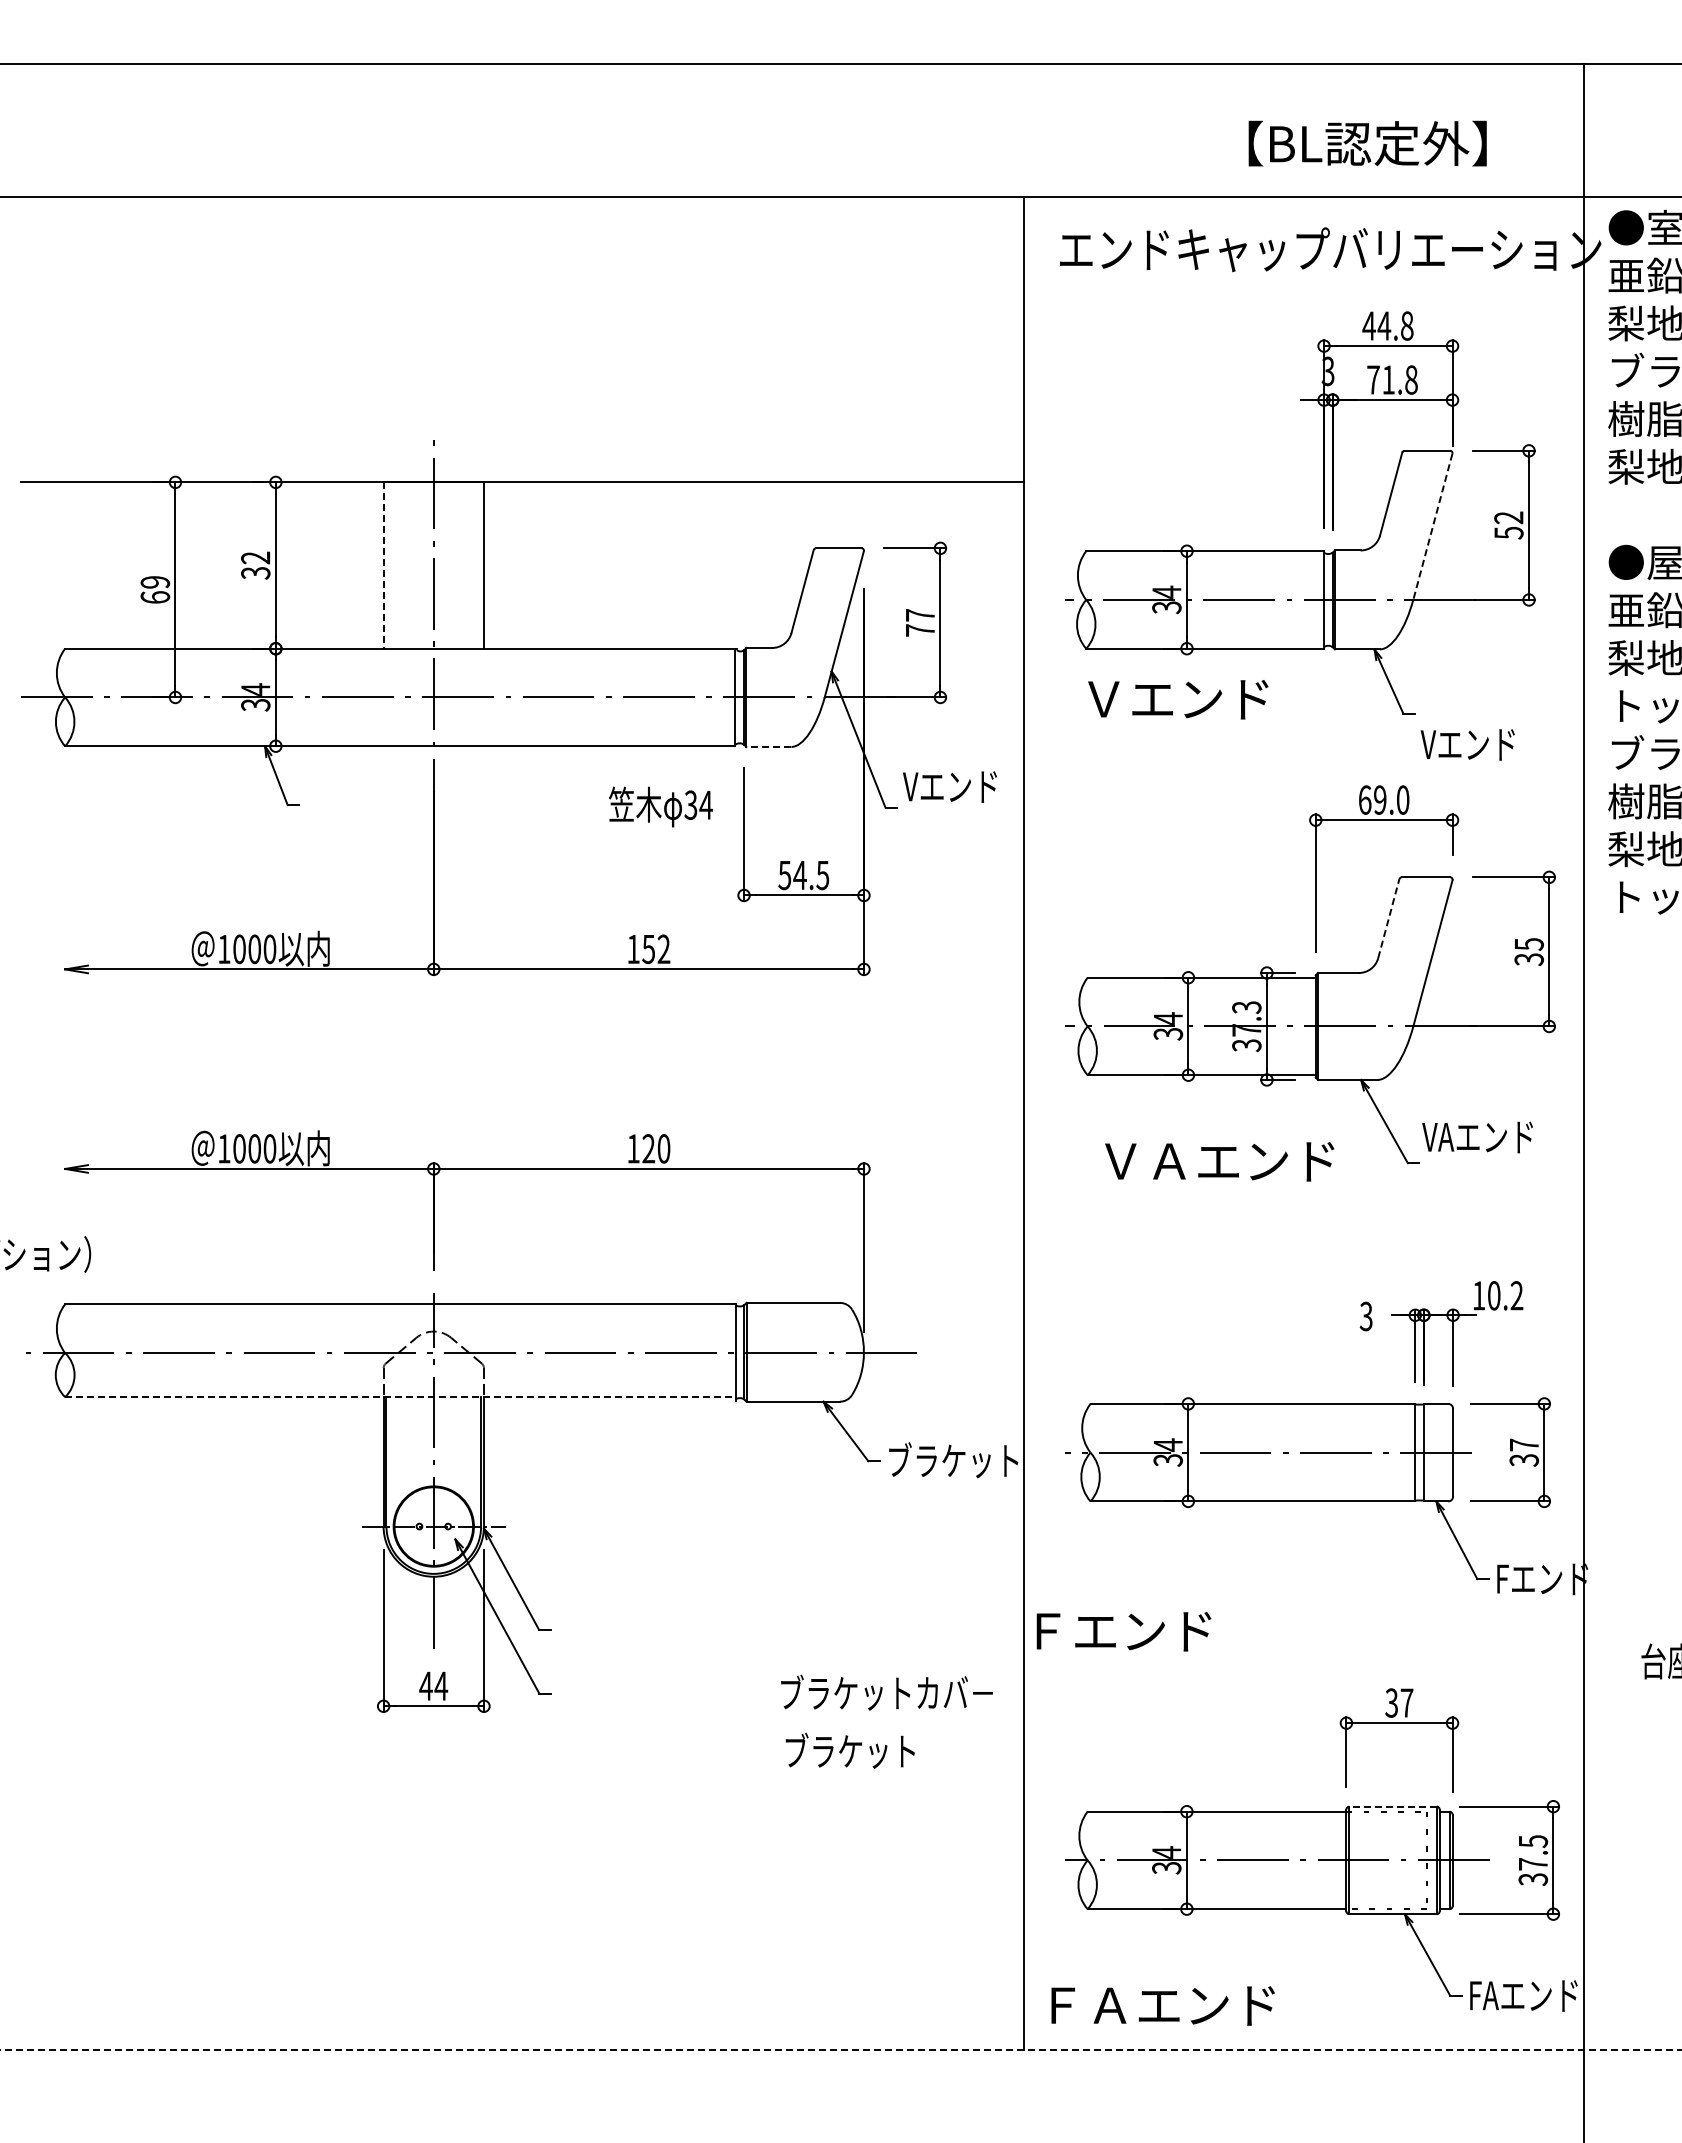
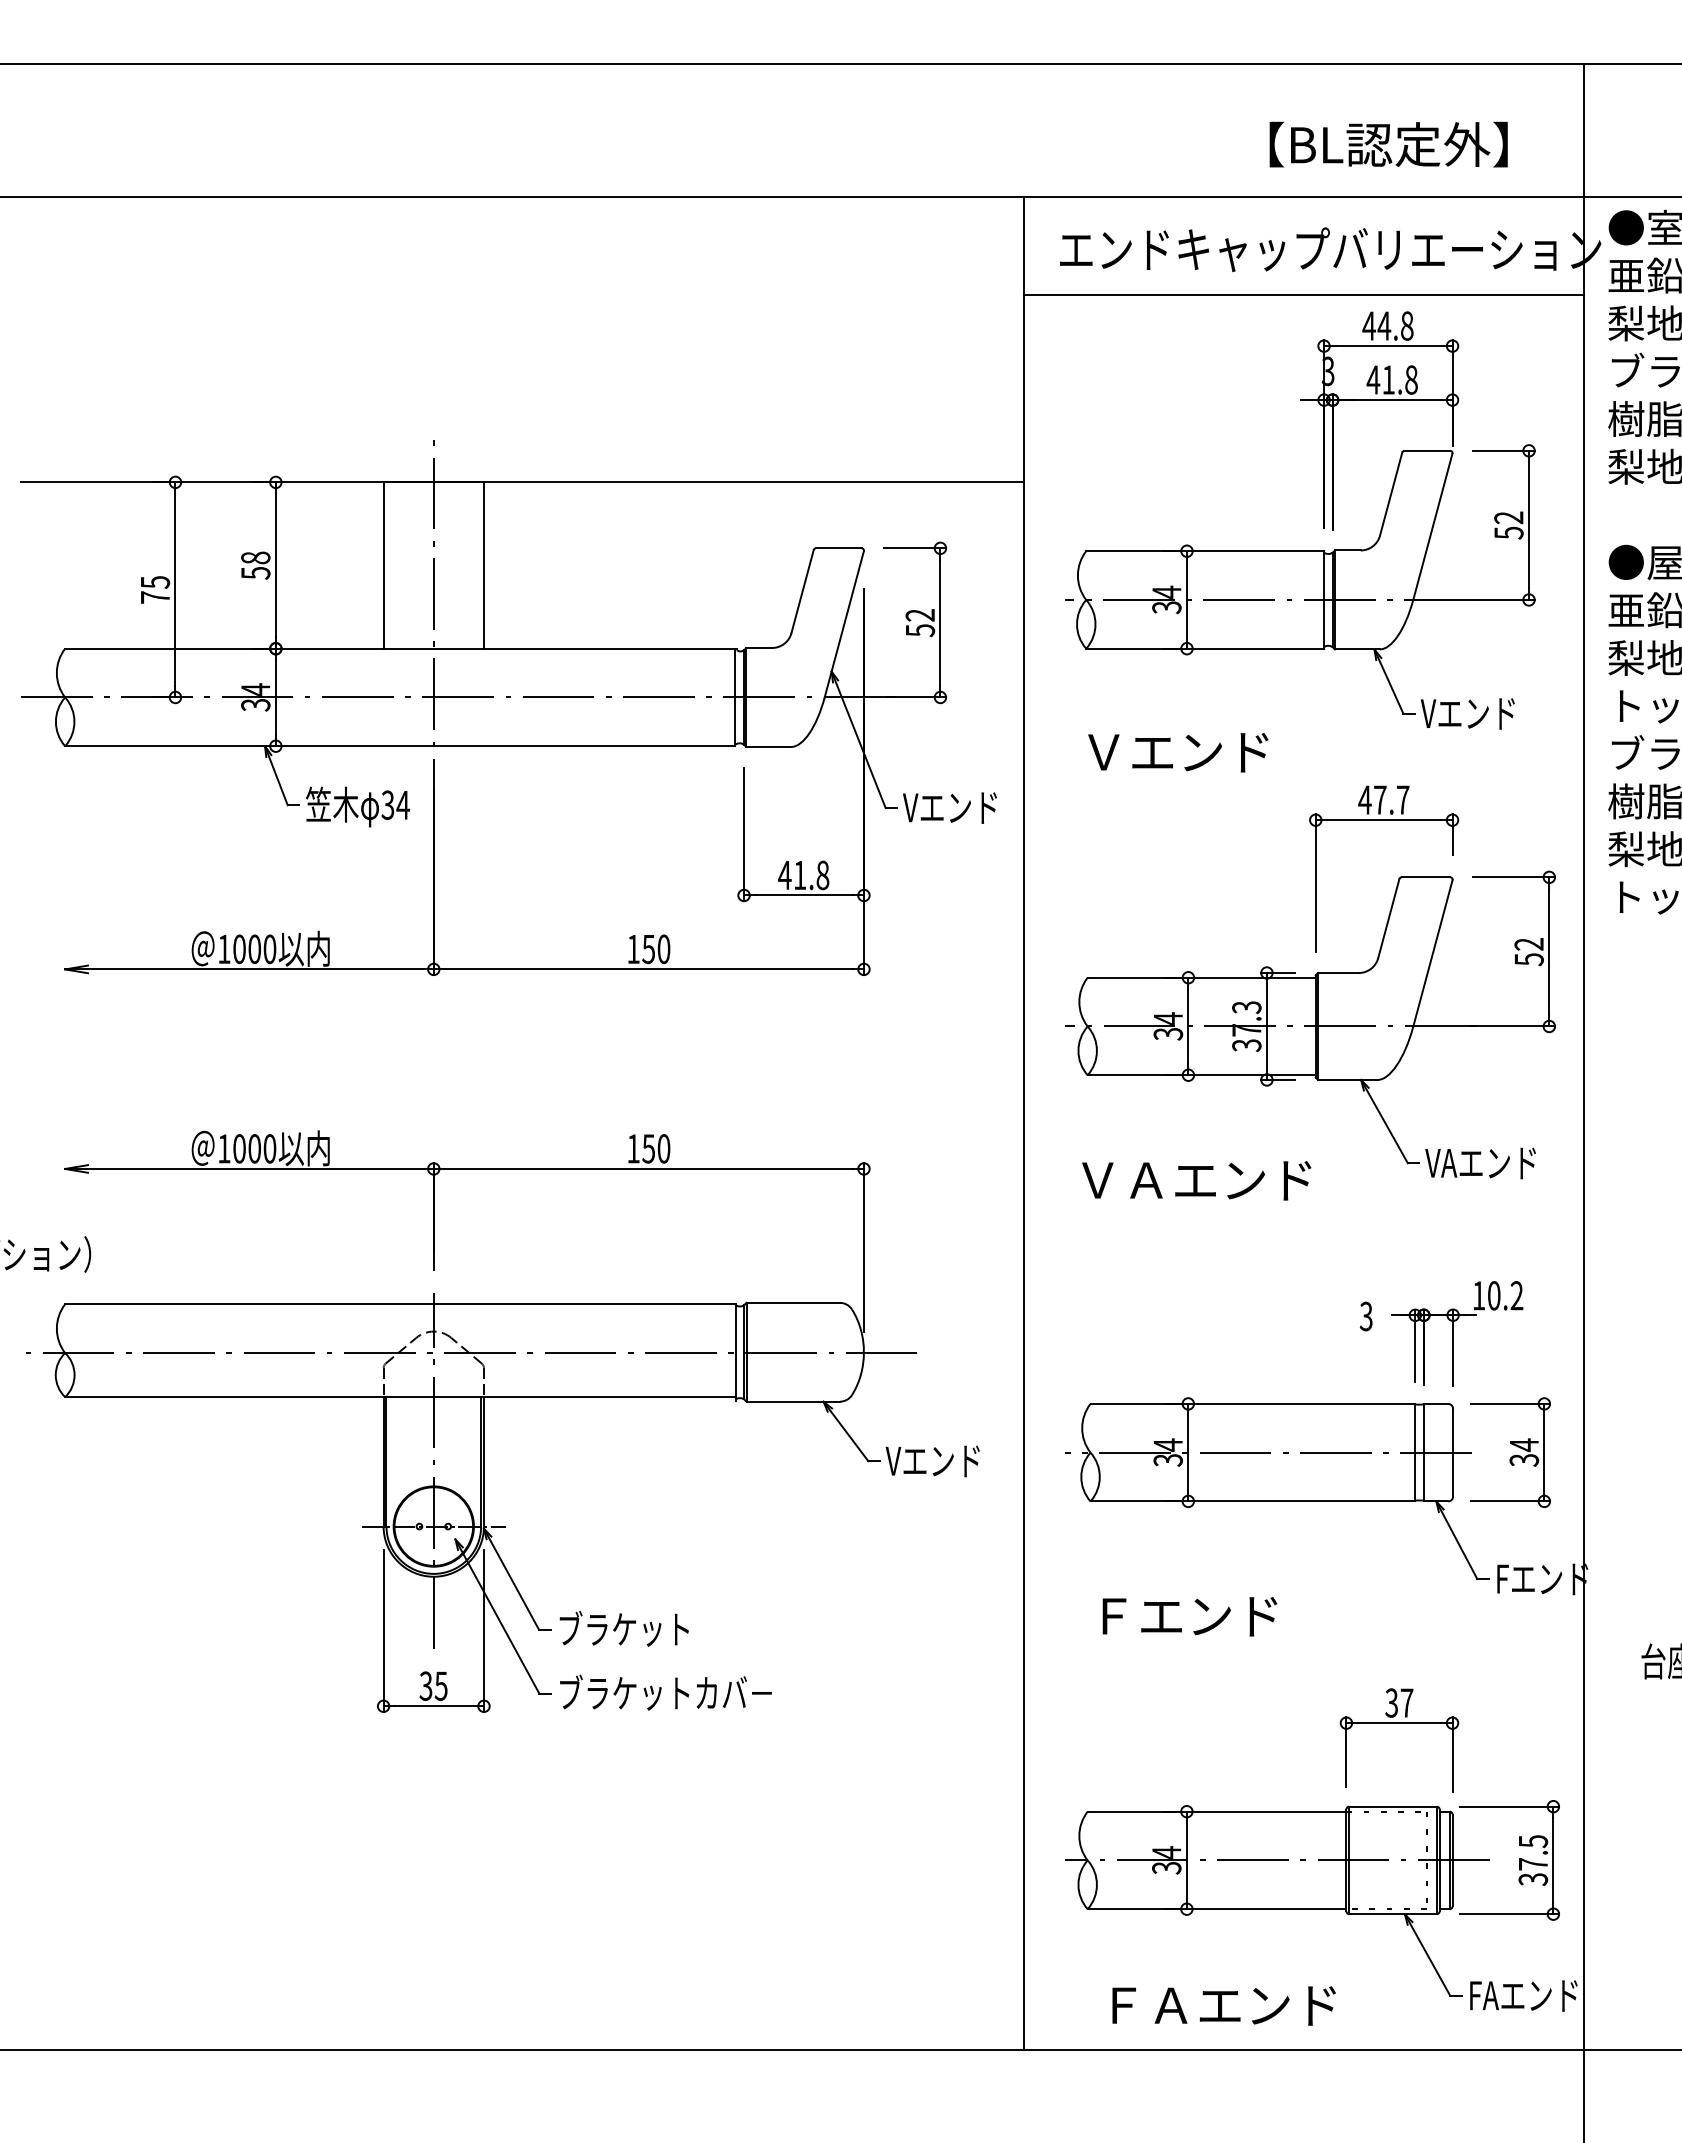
text at (1367, 143) position: (1367, 143) -> (1388, 144)
line at (1303, 295): none -> present
text at (1373, 379): 71.8 -> 41.8
line at (1432, 526): dashed -> solid
text at (255, 565): 32 -> 58
line at (383, 566): dashed -> solid
text at (155, 589): 69 -> 75
text at (920, 623): 77 -> 52
text at (1178, 699) position: (1178, 699) -> (1178, 752)
text at (1467, 744) position: (1467, 744) -> (1467, 713)
line at (768, 746): dashed -> solid
text at (949, 786) position: (949, 786) -> (949, 807)
text at (1383, 799): 69.0 -> 47.7
text at (660, 806) position: (660, 806) -> (357, 806)
text at (803, 875): 54.5 -> 41.8
line at (1388, 918): dashed -> solid
text at (663, 949): 152 -> 150
text at (1528, 951): 35 -> 52
text at (1477, 1137) position: (1477, 1137) -> (1480, 1163)
text at (648, 1148): 120 -> 150
text at (1219, 1161) position: (1219, 1161) -> (1196, 1180)
line at (400, 1397): dashed -> solid
text at (1524, 1445): 37 -> 34
text at (951, 1460): ブラケット -> Vエンド
text at (1123, 1631) position: (1123, 1631) -> (1189, 1616)
text at (433, 1685): 44 -> 35
text at (886, 1692) position: (886, 1692) -> (665, 1692)
text at (849, 1750) position: (849, 1750) -> (623, 1628)
line at (1393, 1806): dashed -> solid
text at (1162, 2005) position: (1162, 2005) -> (1223, 2005)
line at (840, 2050): dashed -> solid
